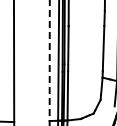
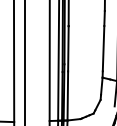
line at (25, 62): none -> present
line at (49, 62): dashed -> solid
